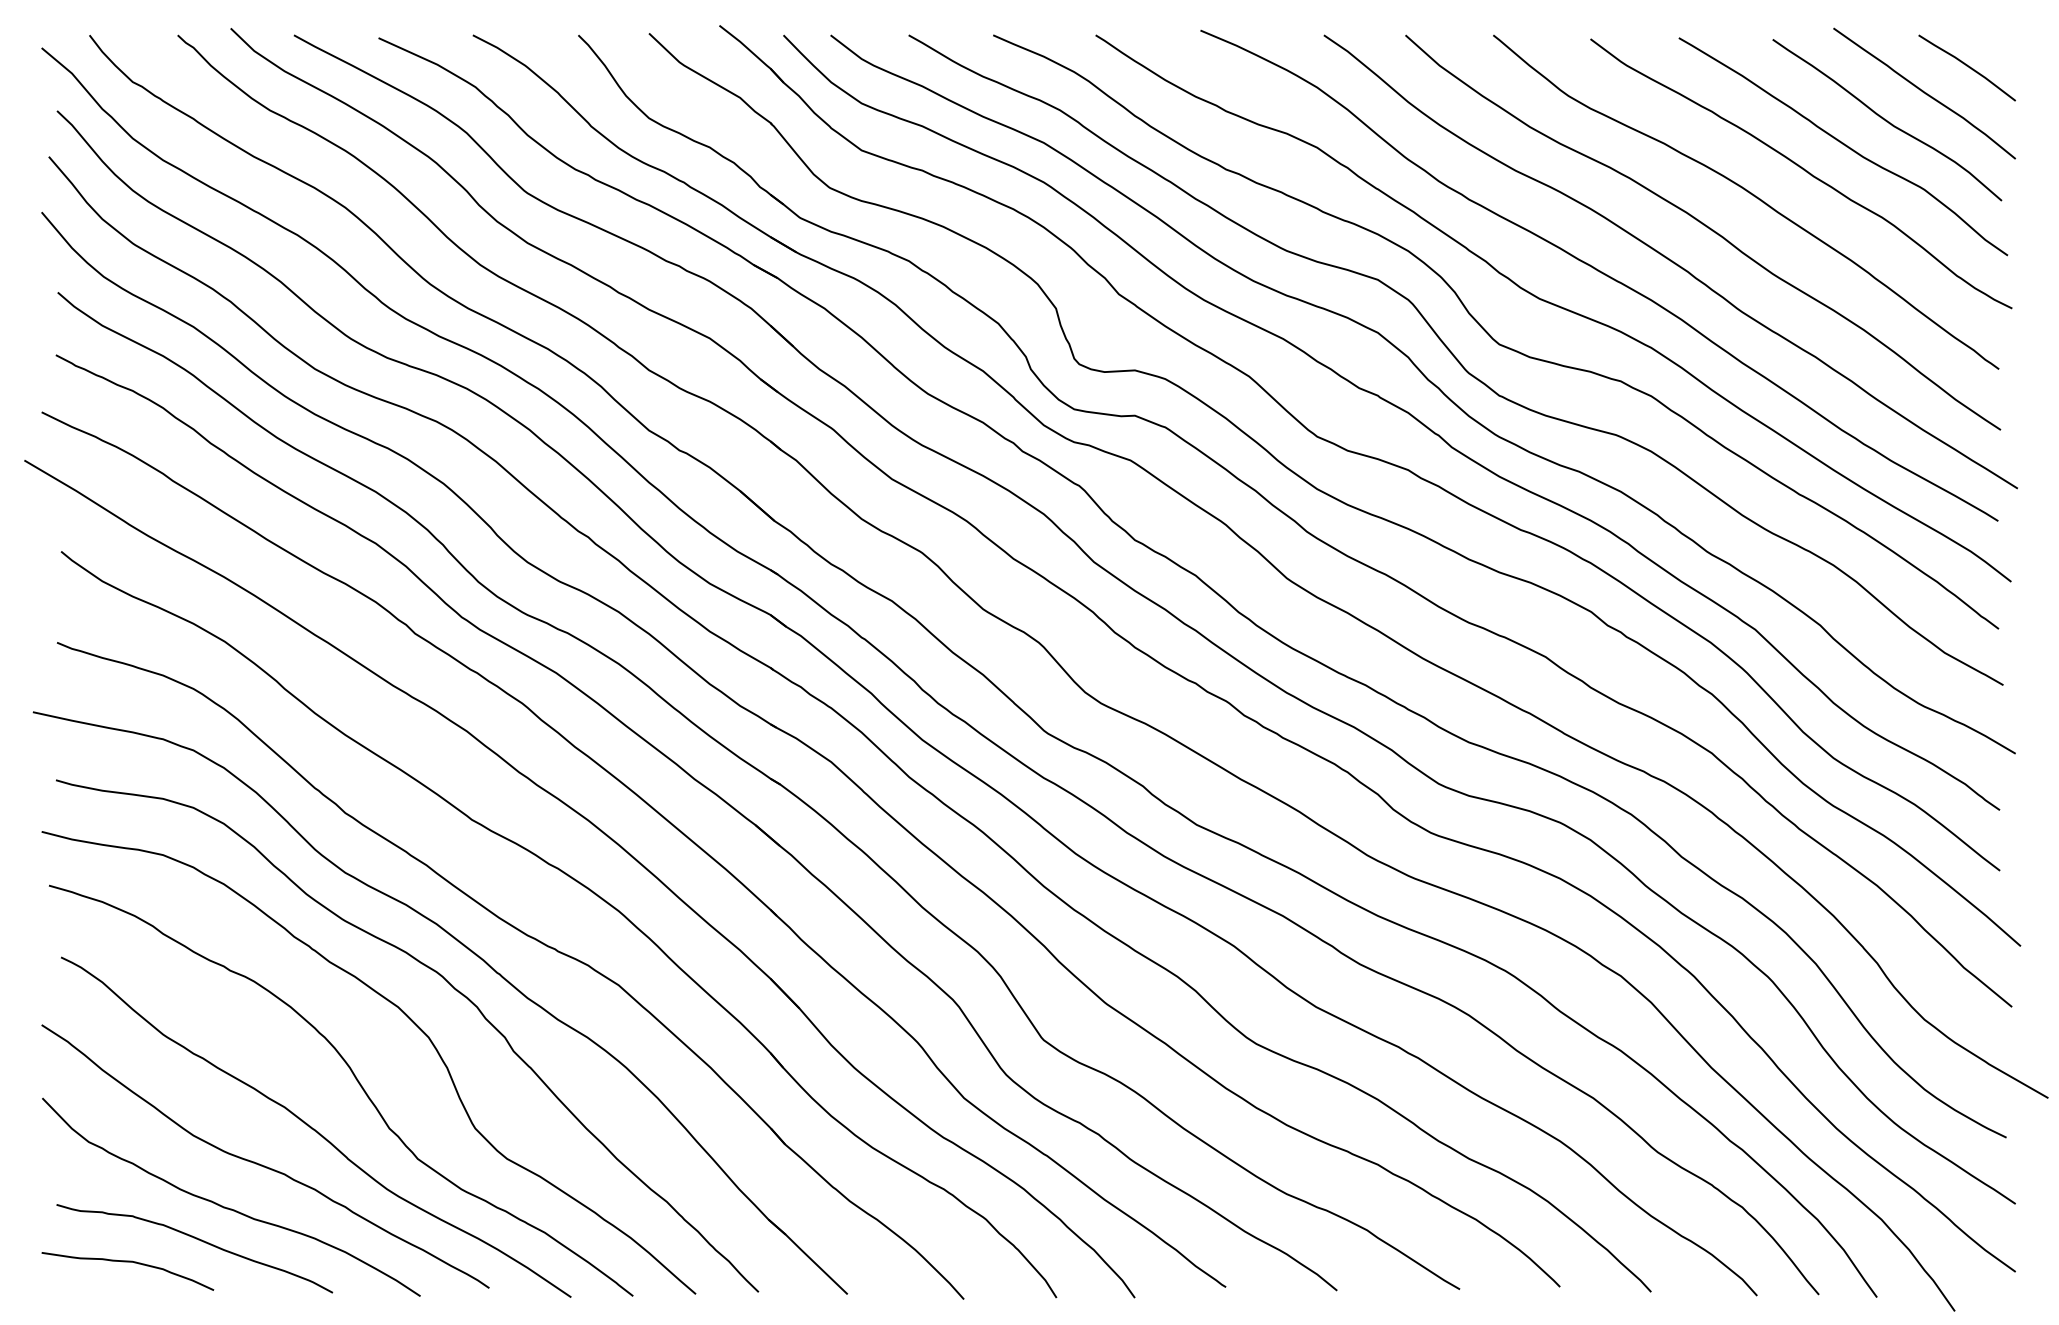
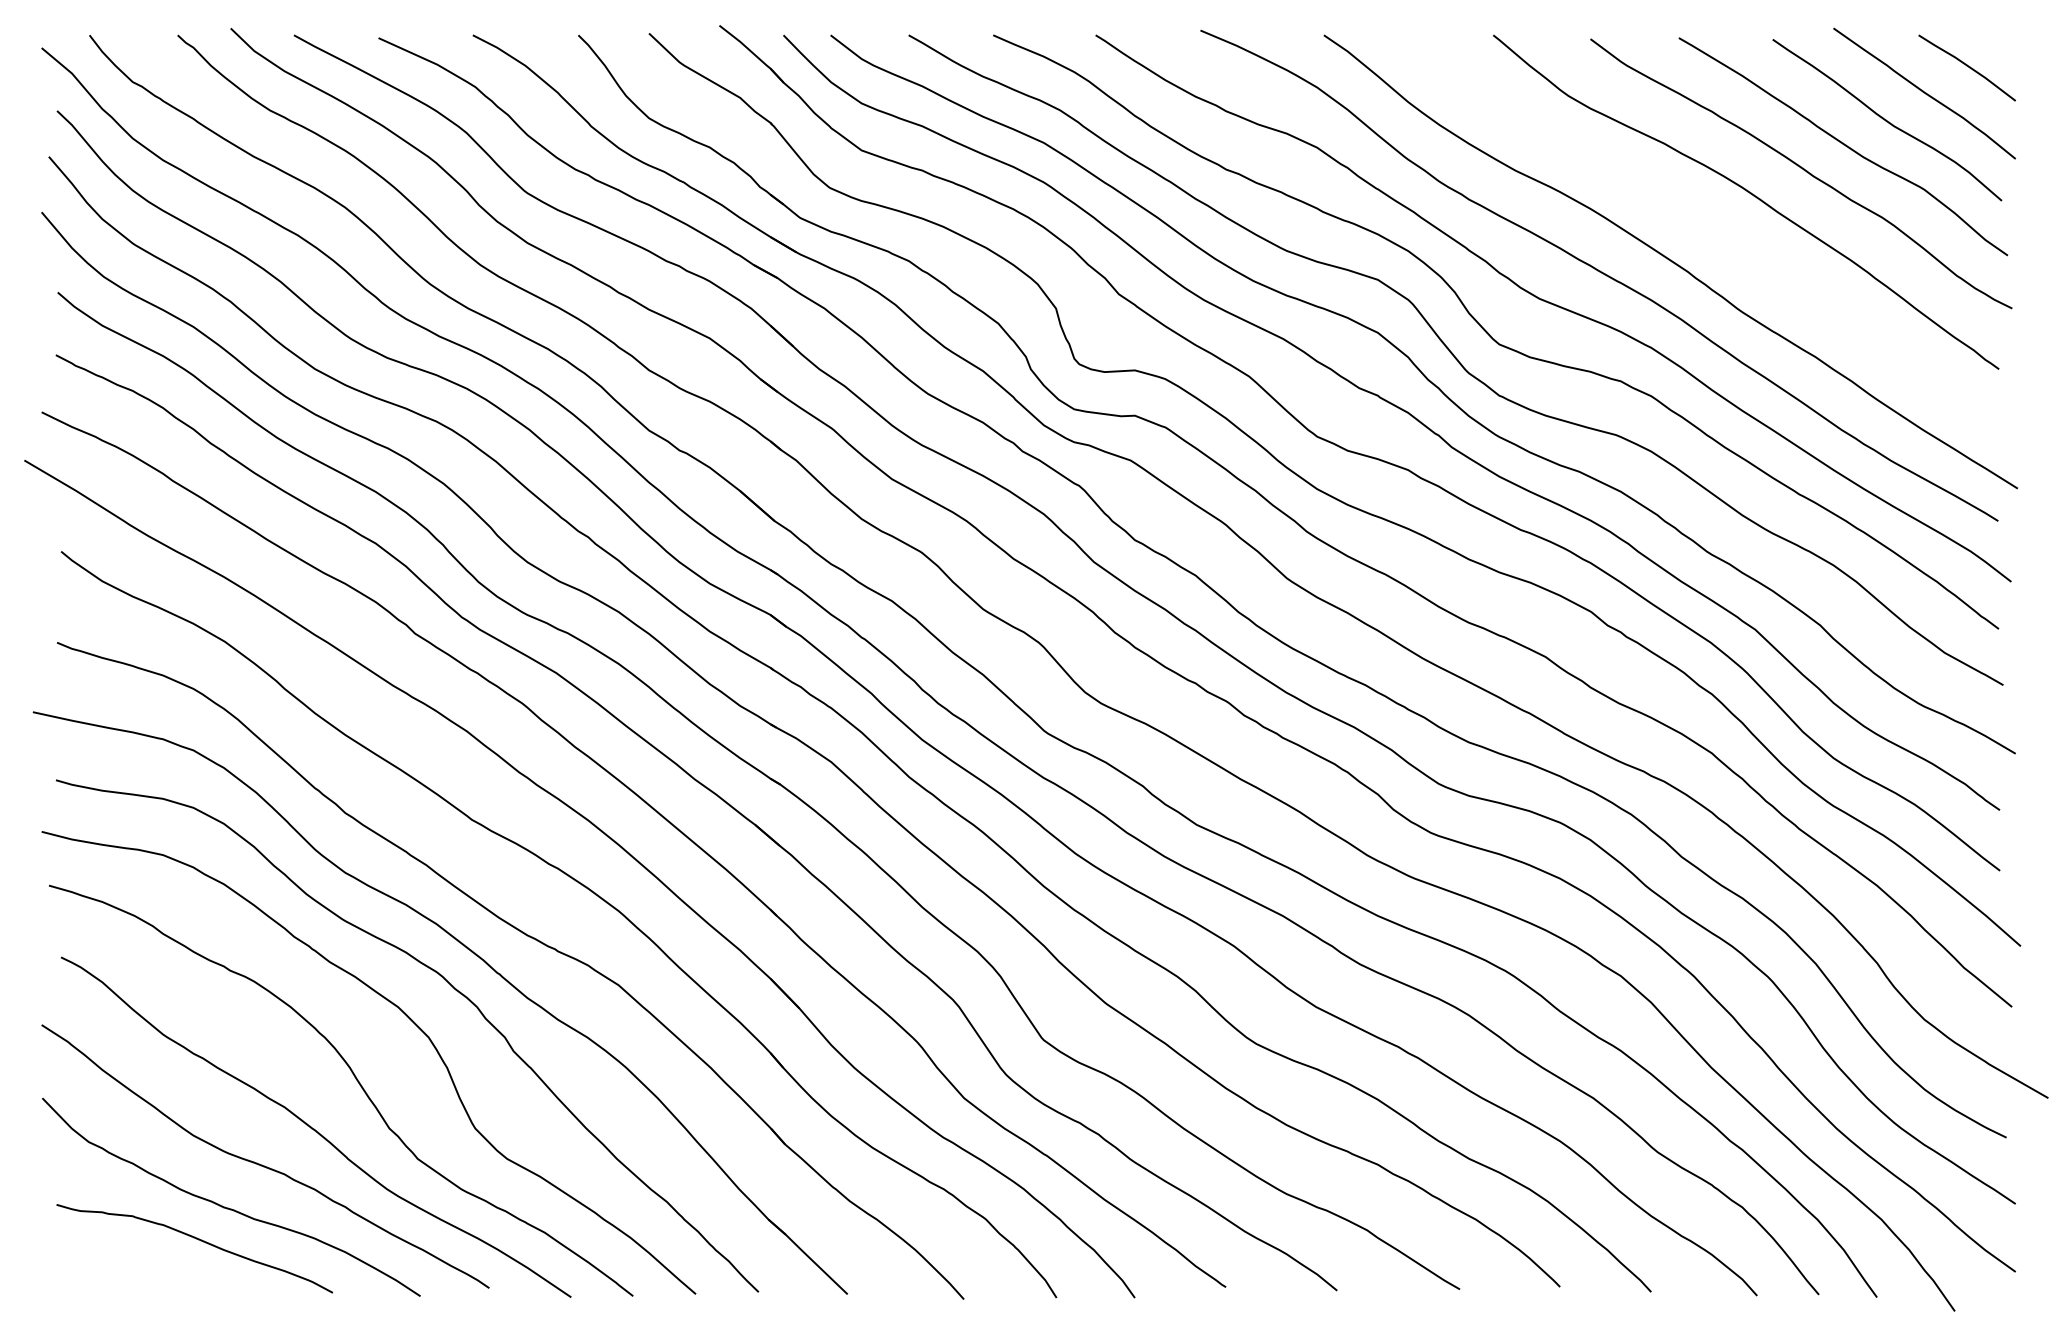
curve at (1706, 227): present -> none
curve at (127, 1262): present -> none
